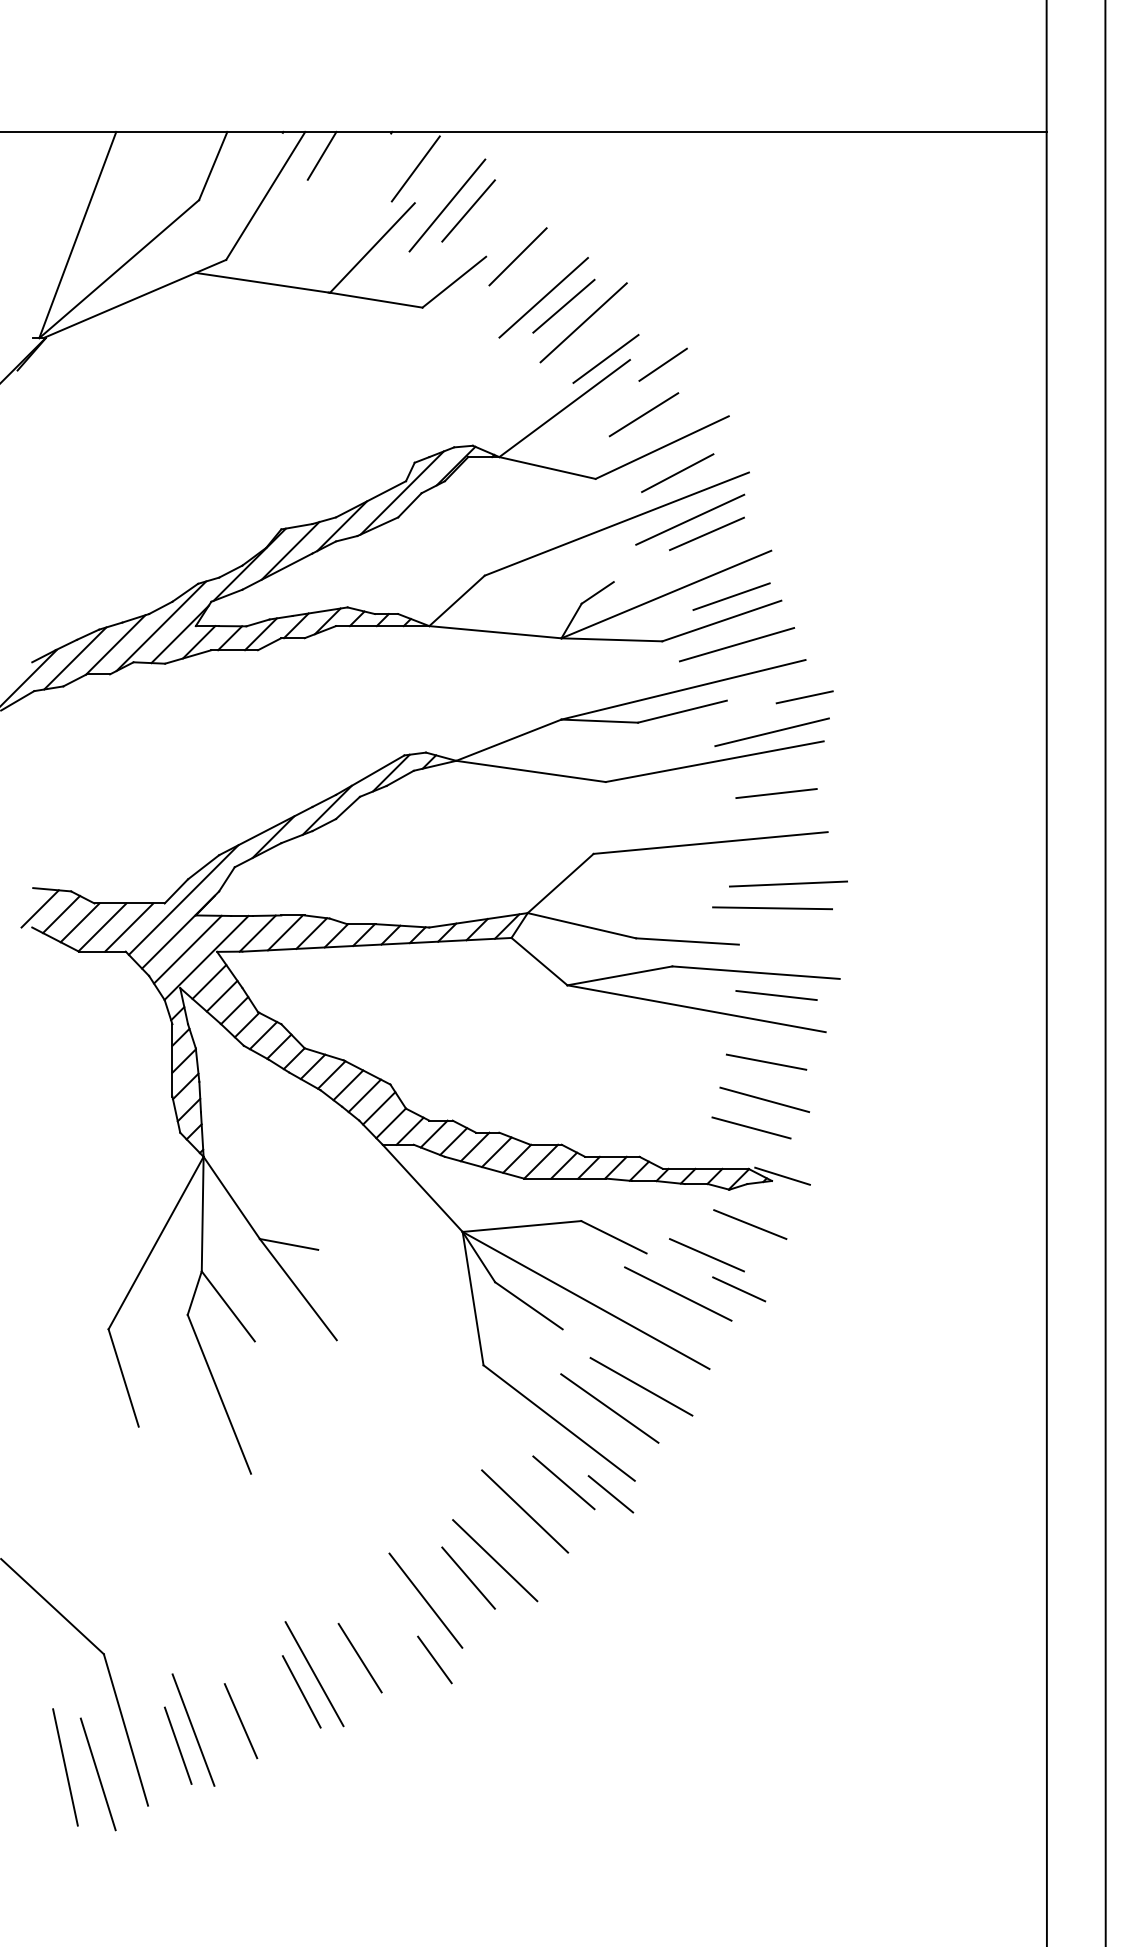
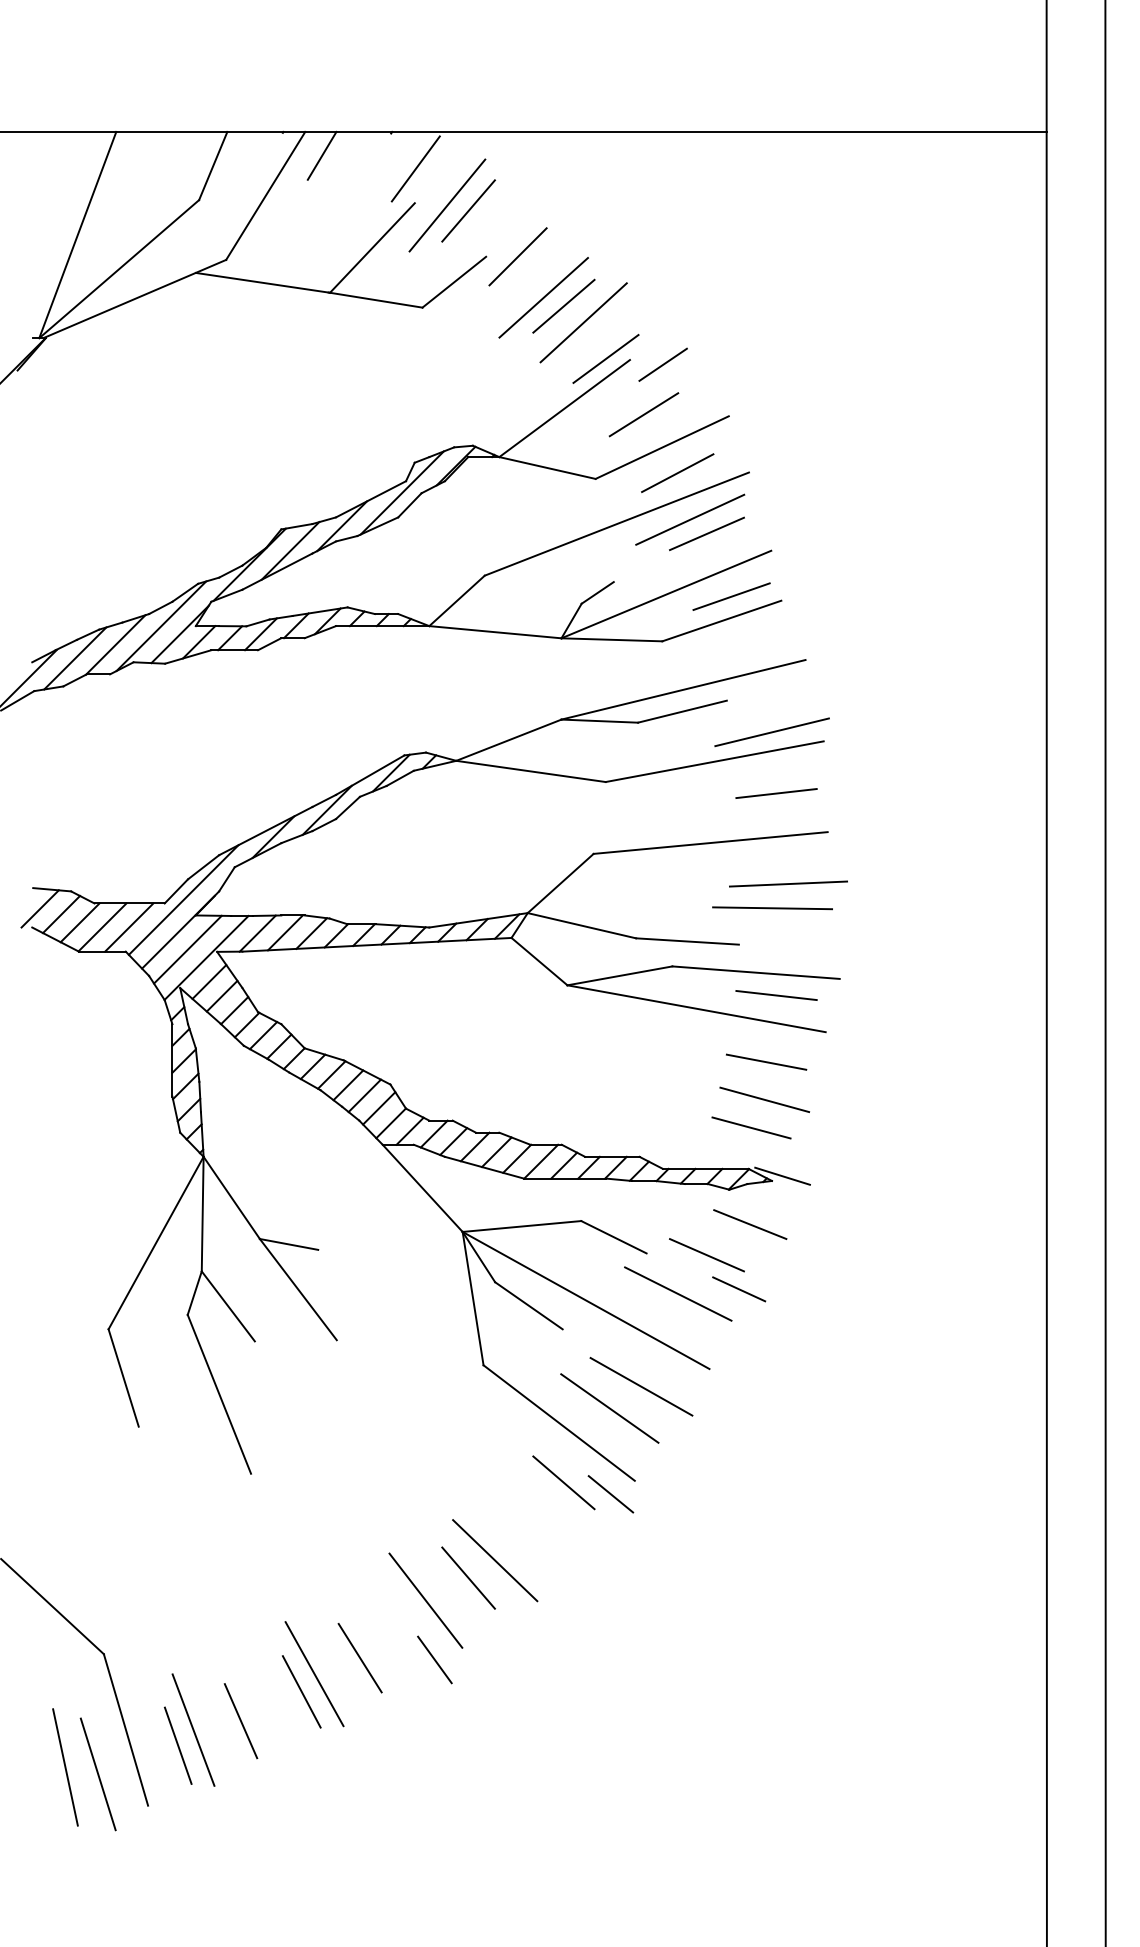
line at (737, 644): present -> none
line at (804, 697): present -> none
line at (525, 1511): present -> none
